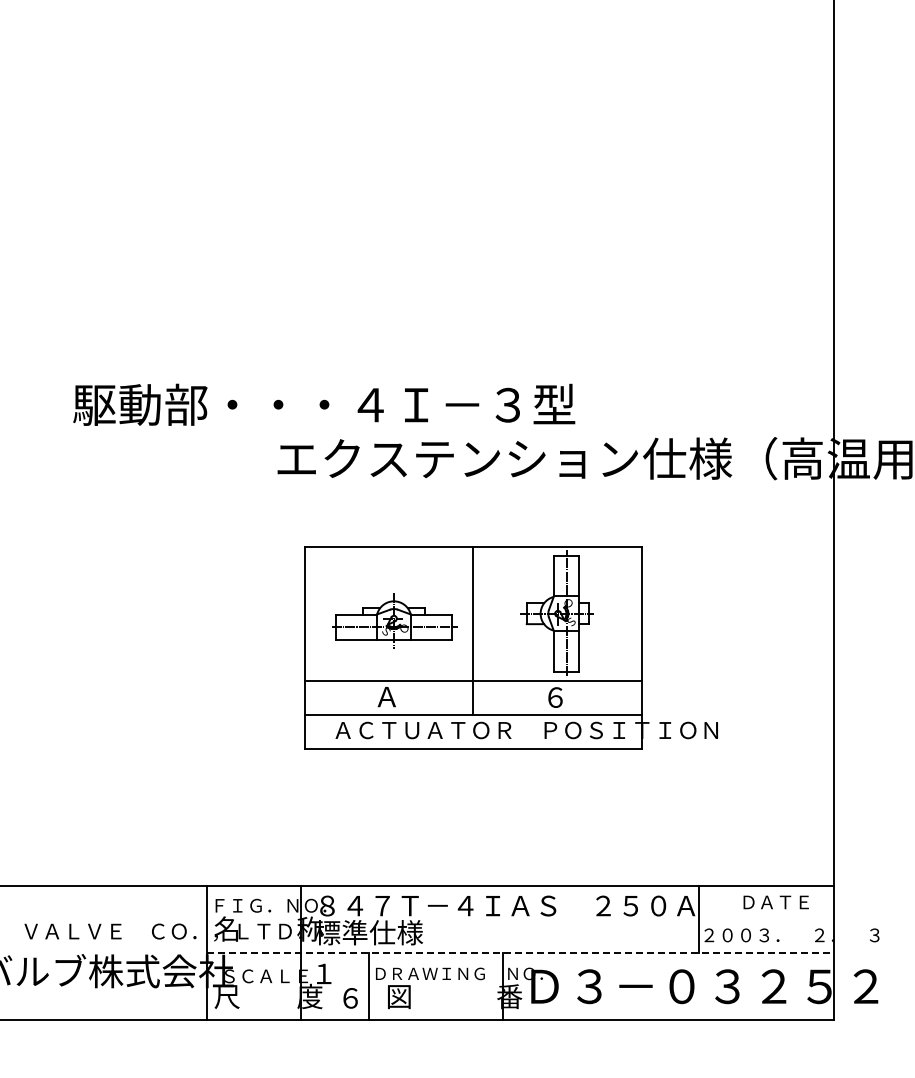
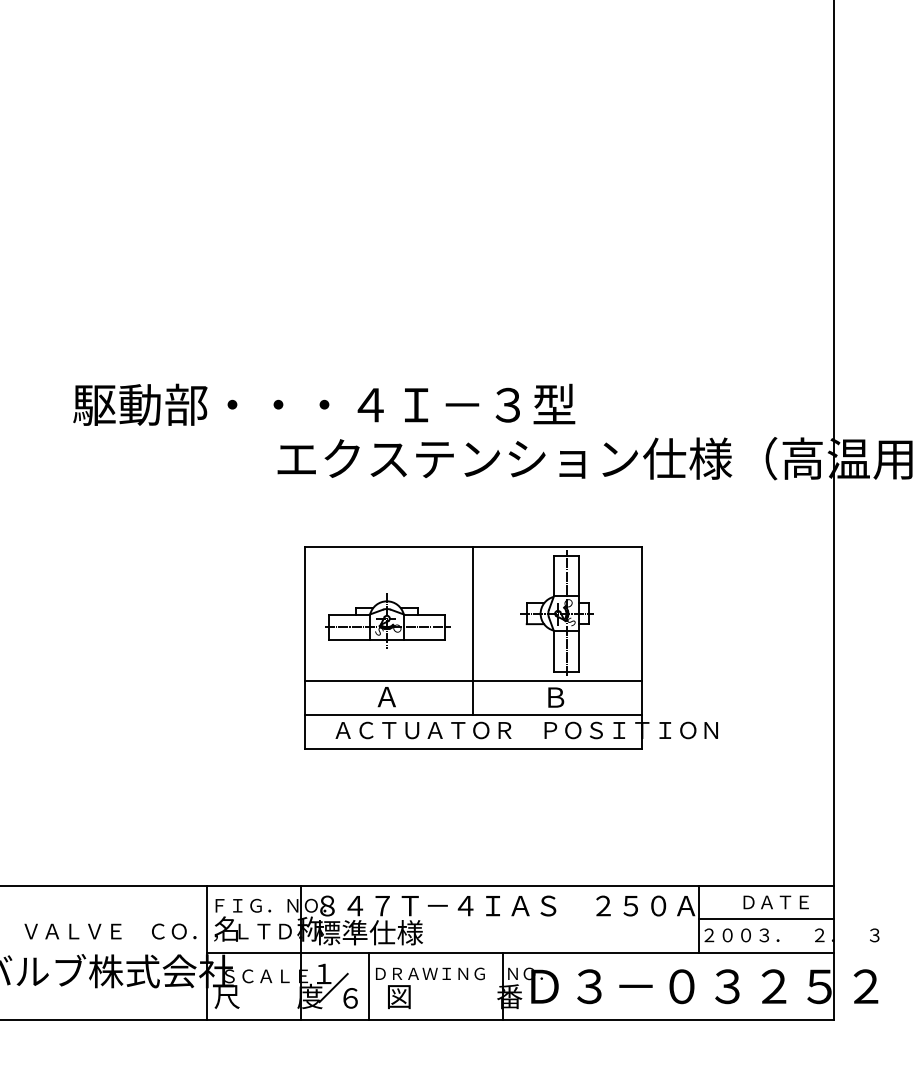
part at (394, 620) position: (394, 620) -> (387, 620)
text at (556, 697): ６ -> Ｂ
line at (766, 919): none -> present
line at (520, 953): dashed -> solid
line at (333, 987): none -> present
